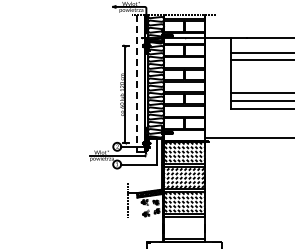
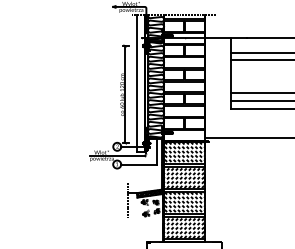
line at (137, 84): dashed -> solid
hatch at (184, 228): none -> present
